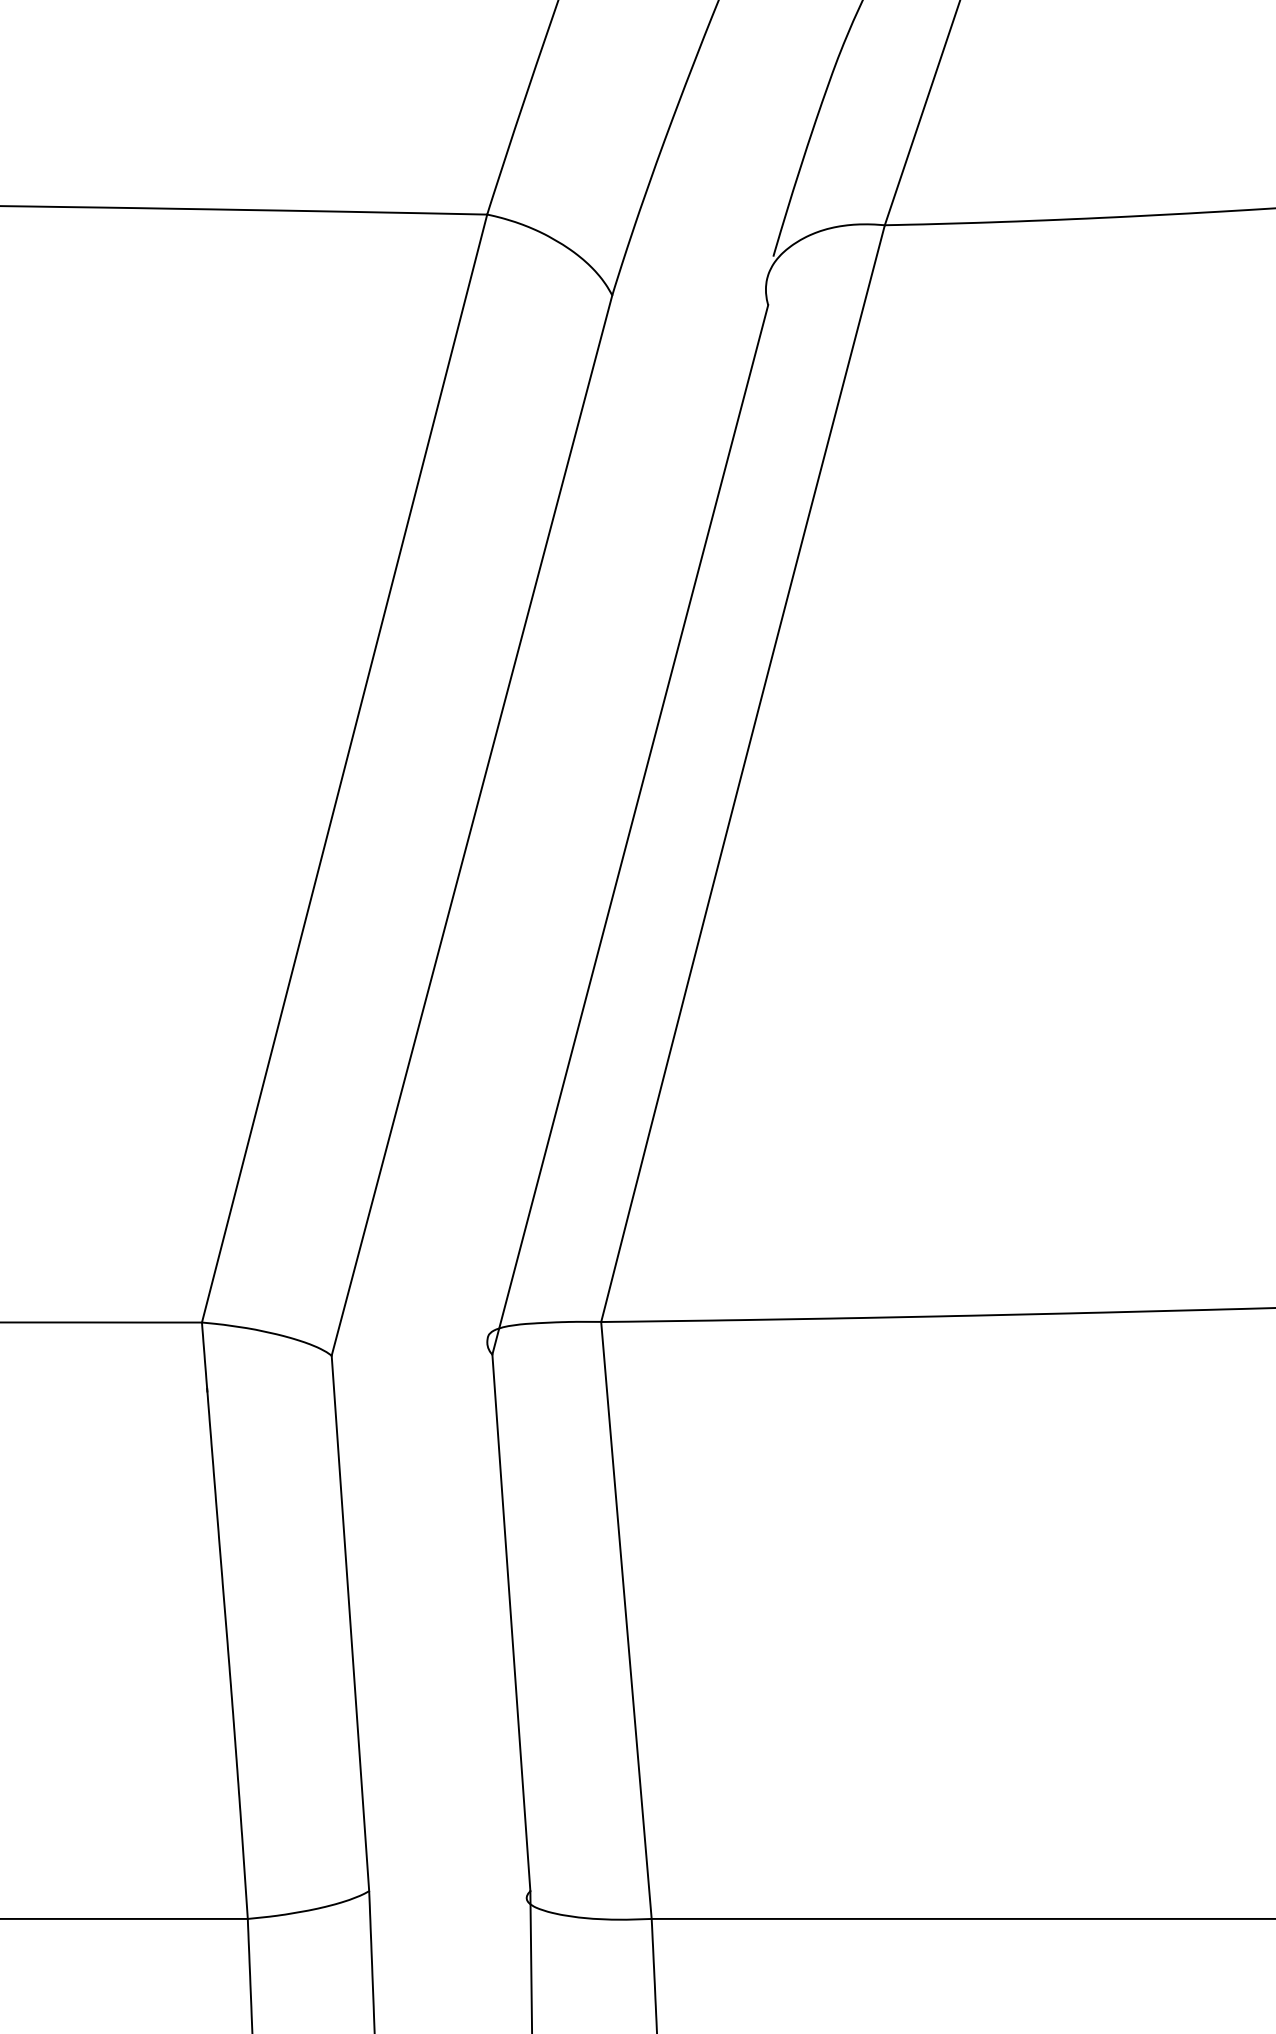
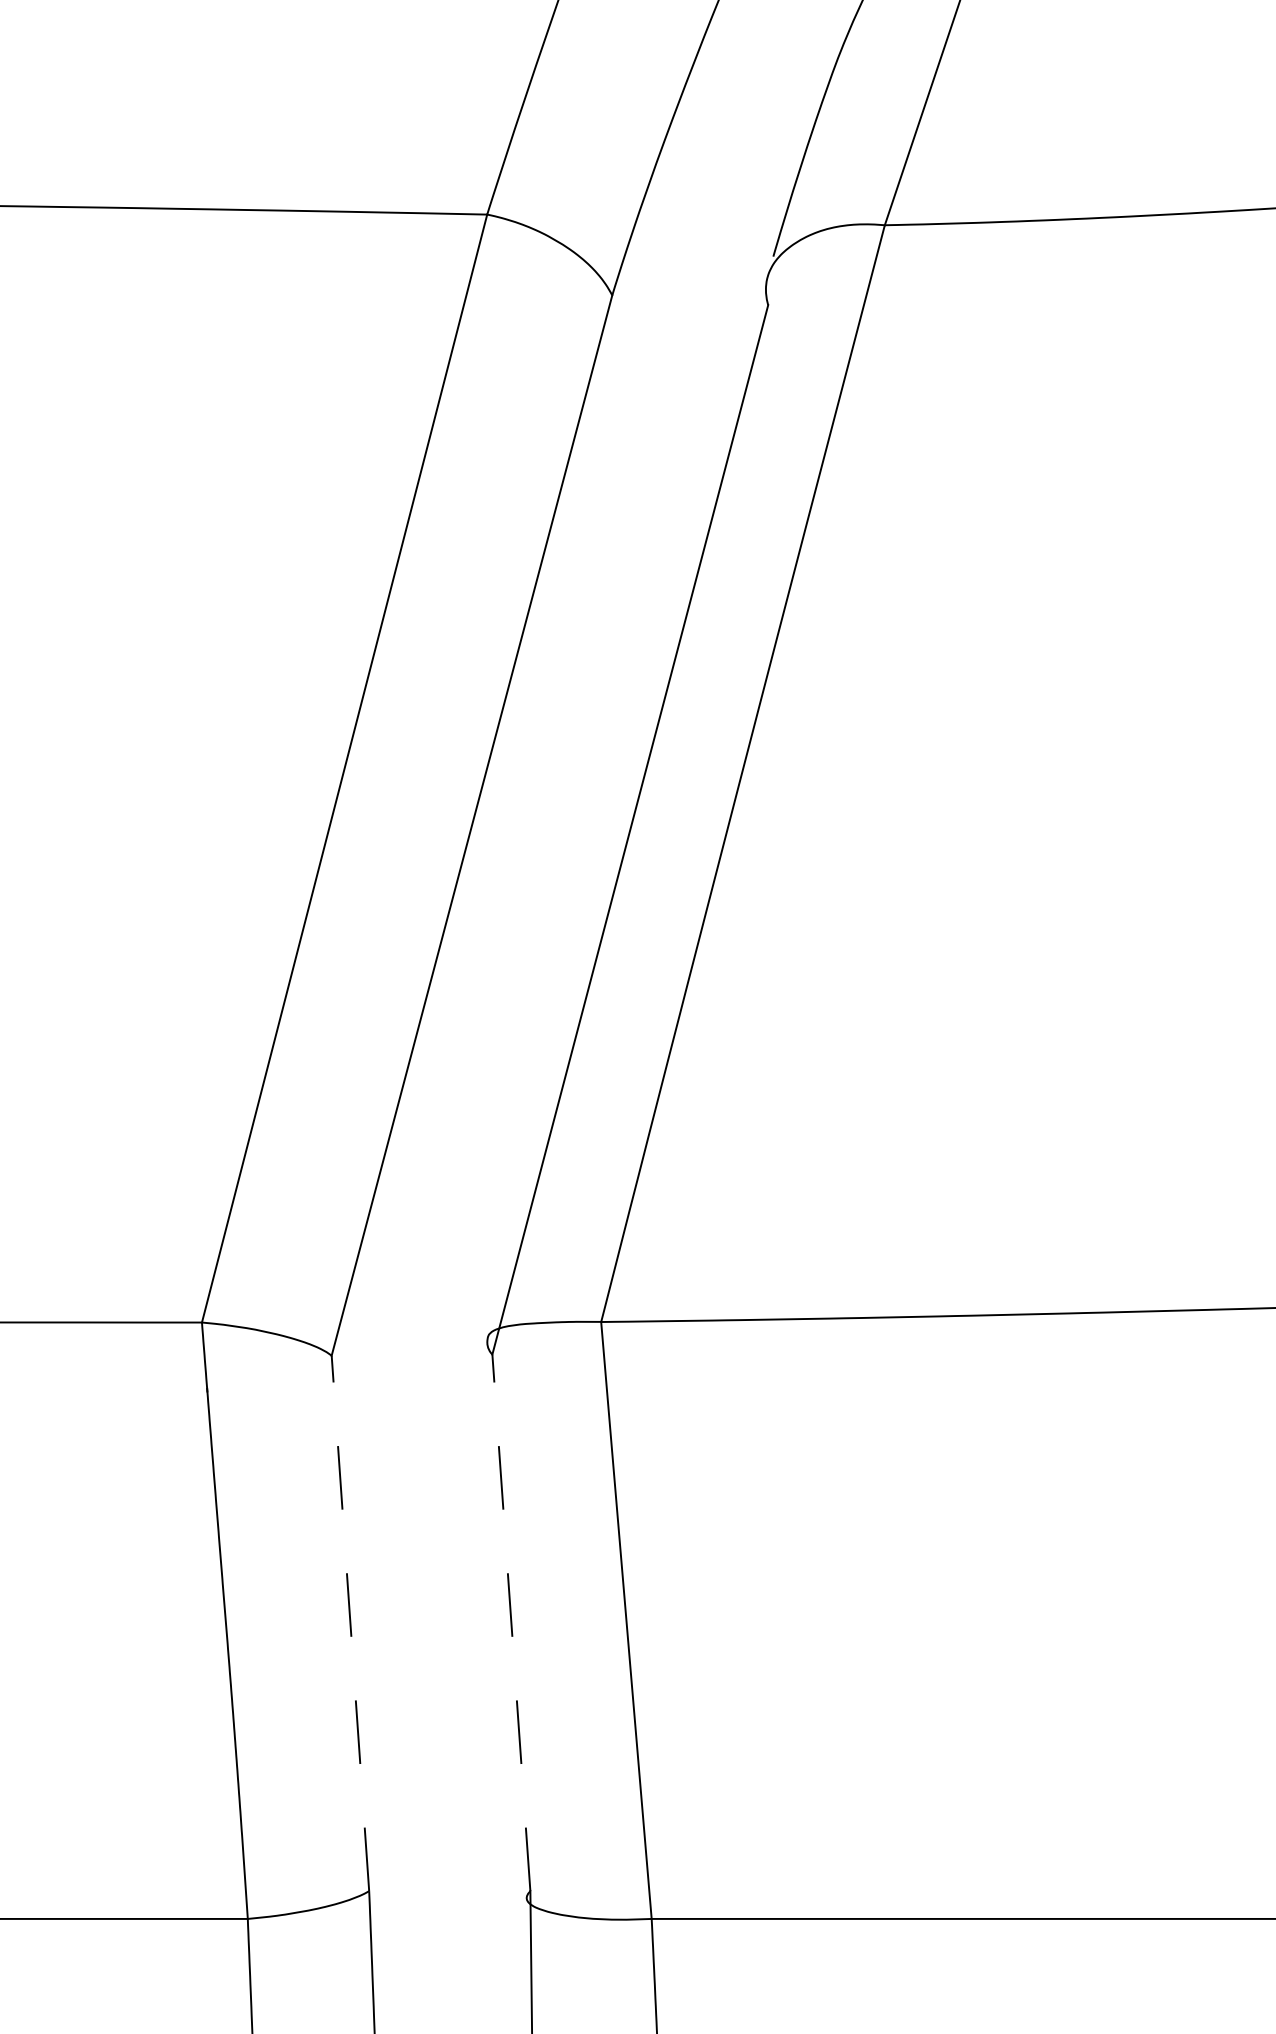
line at (350, 1622): solid -> dashed
line at (511, 1622): solid -> dashed
